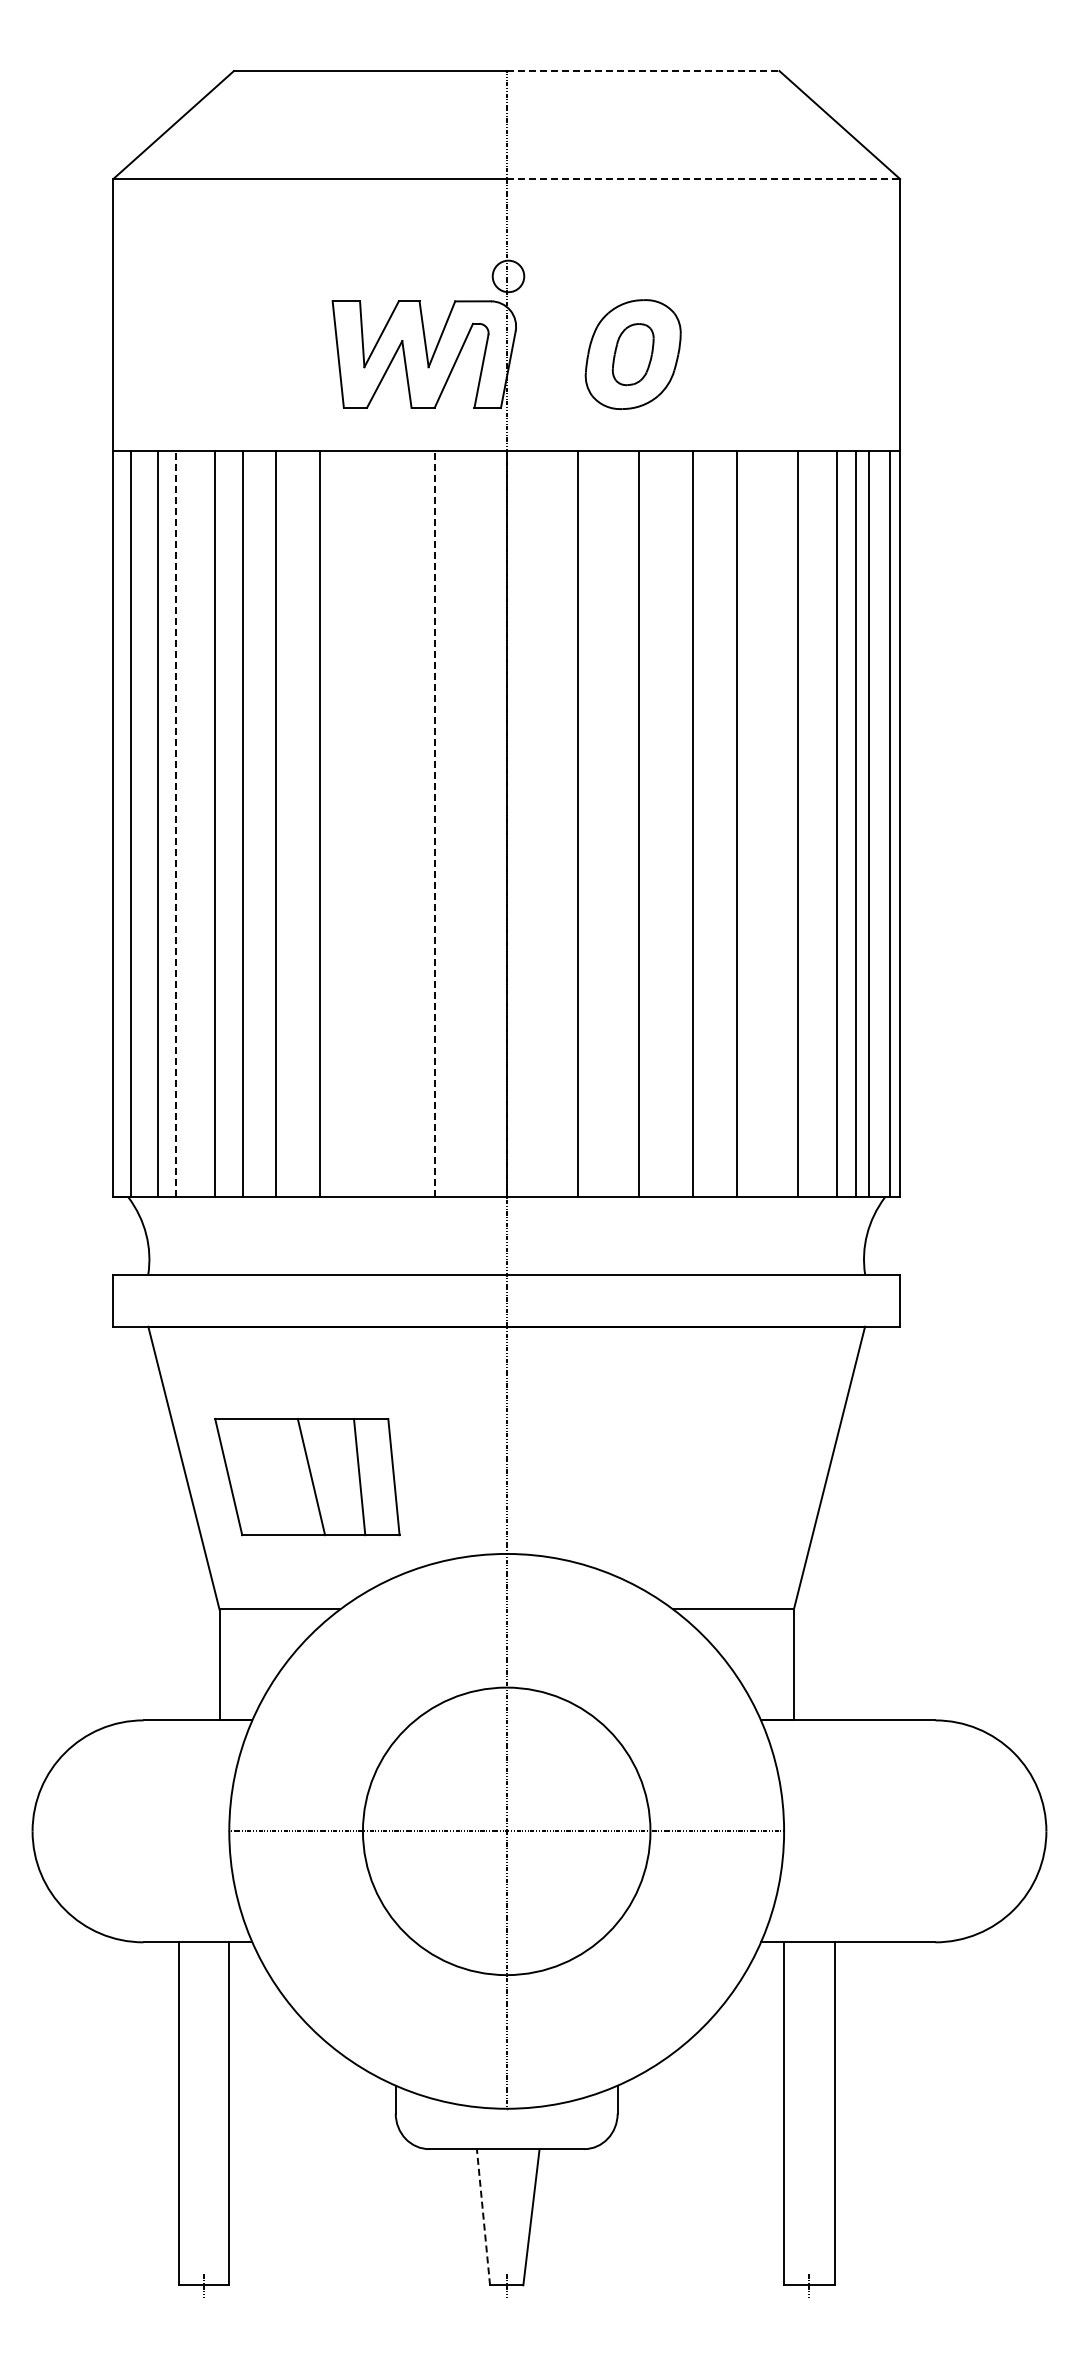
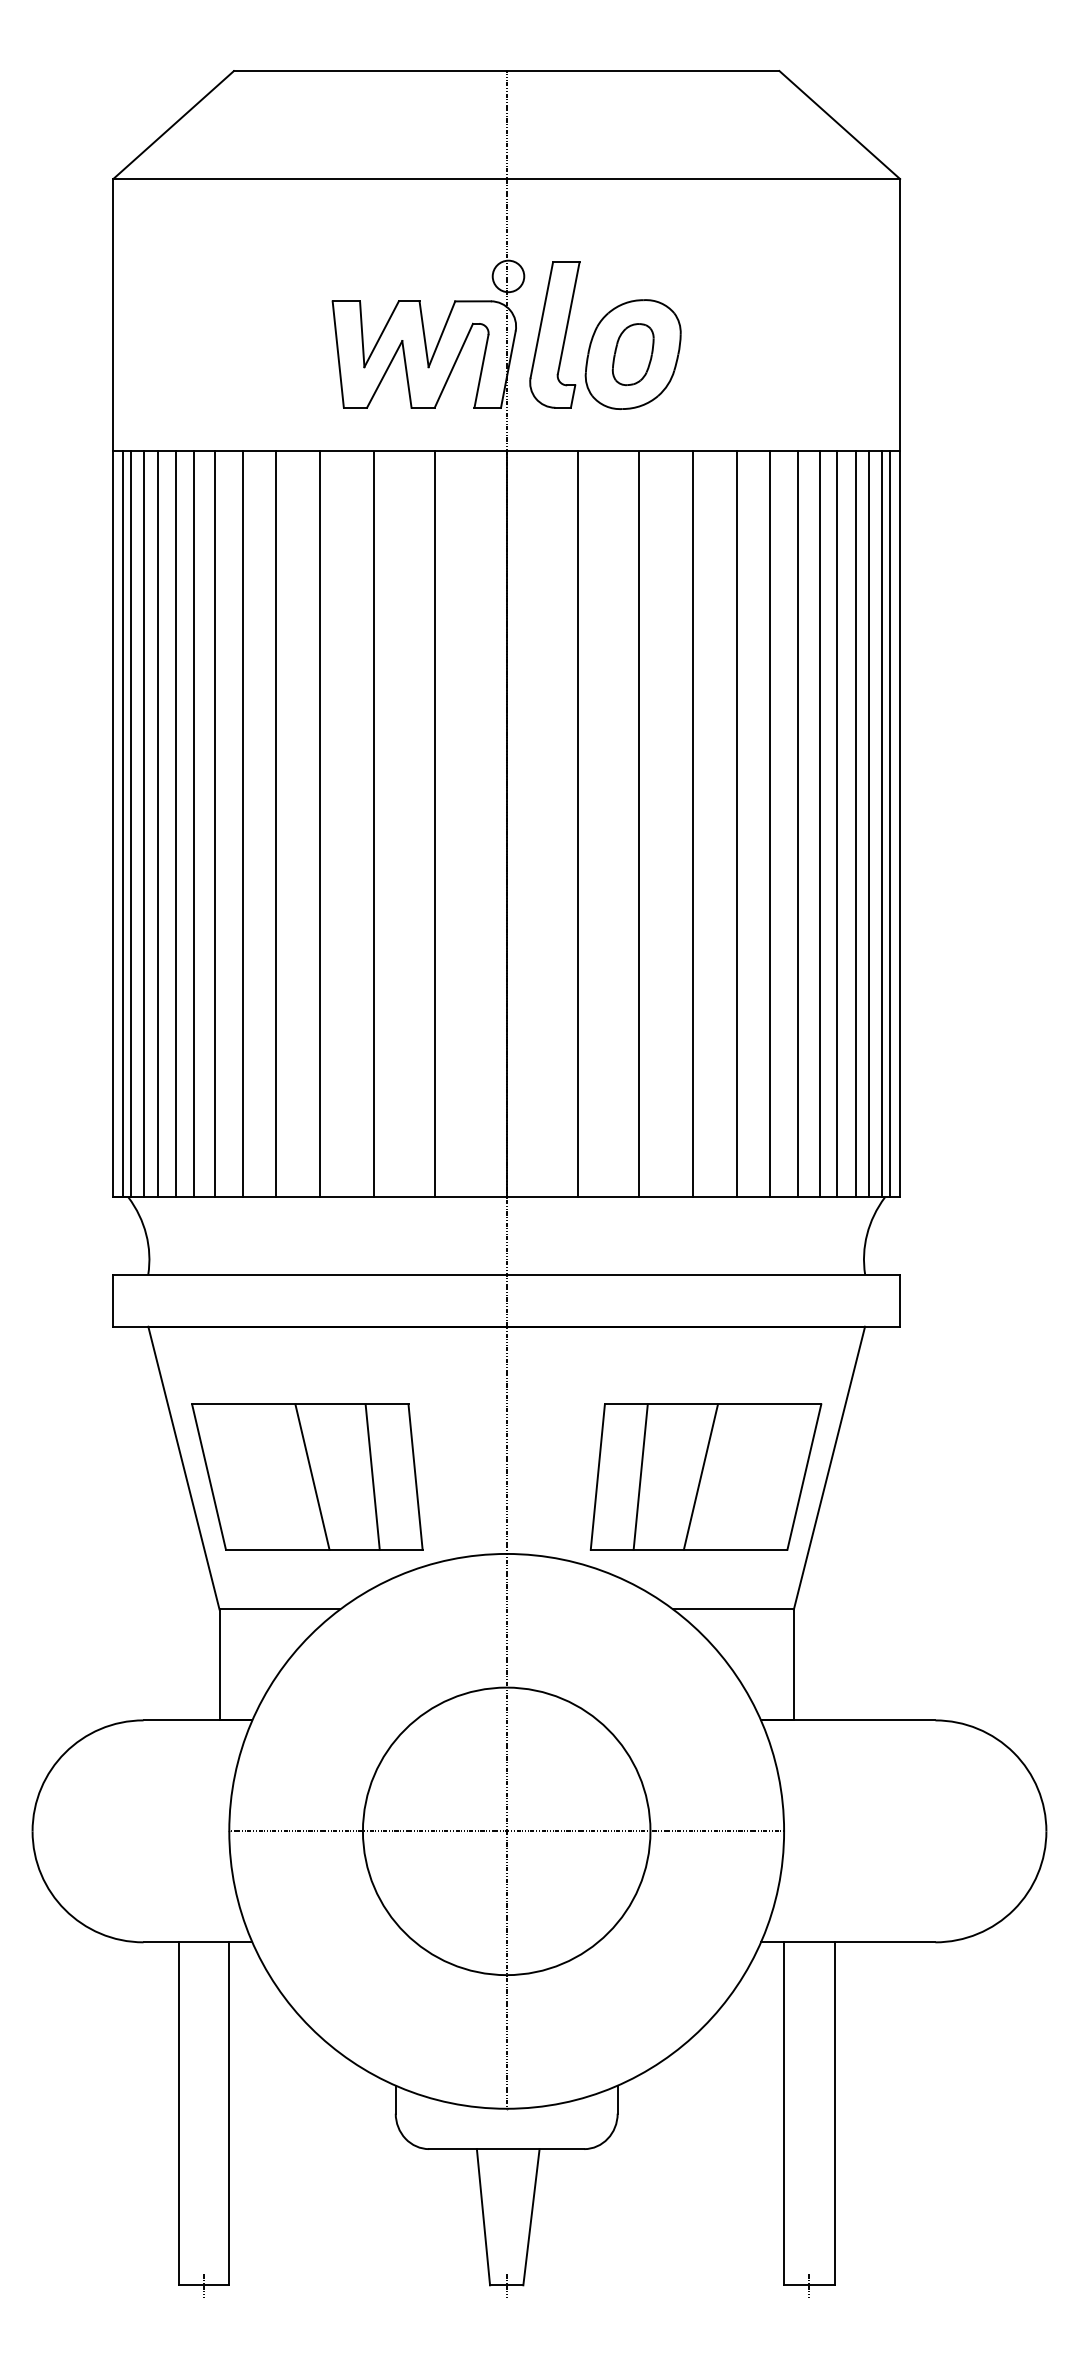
line at (643, 71): dashed -> solid
line at (703, 179): dashed -> solid
part at (554, 334): none -> present
line at (176, 823): dashed -> solid
line at (435, 823): dashed -> solid
line at (123, 824): none -> present
line at (144, 824): none -> present
line at (193, 824): none -> present
line at (374, 824): none -> present
line at (770, 824): none -> present
line at (819, 824): none -> present
line at (882, 824): none -> present
part at (705, 1476): none -> present
part at (307, 1477) size: 187x119 px -> 233x148 px
line at (483, 2216): dashed -> solid
